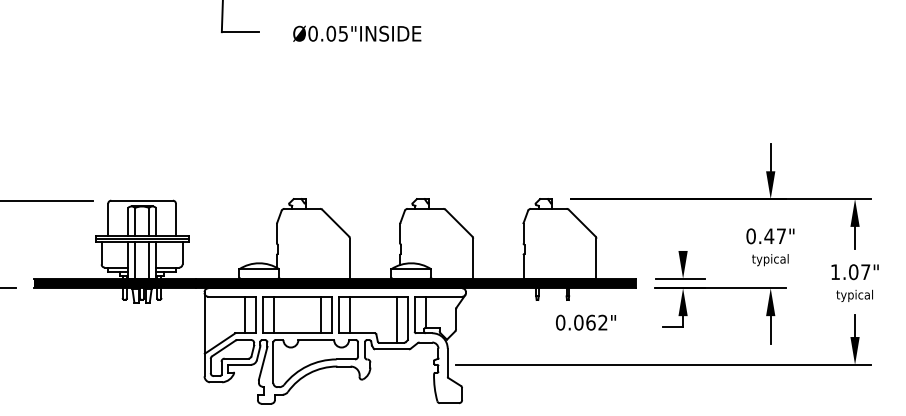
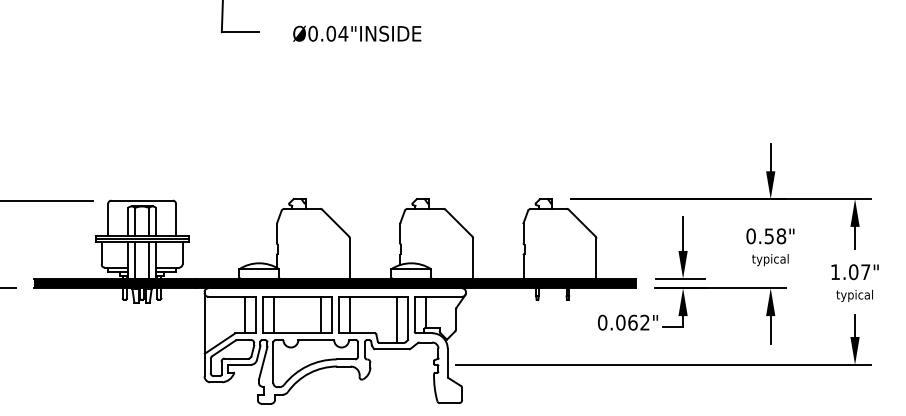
text at (343, 33): Ø0.05"INSIDE -> Ø0.04"INSIDE
line at (683, 233): none -> present
text at (775, 236): 0.47" -> 0.58"
text at (585, 322) position: (585, 322) -> (627, 322)
